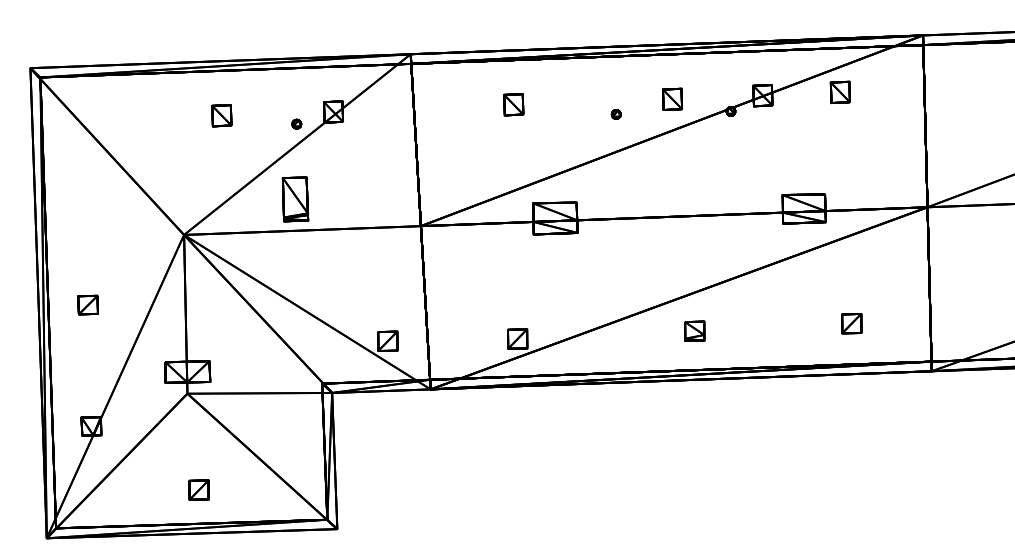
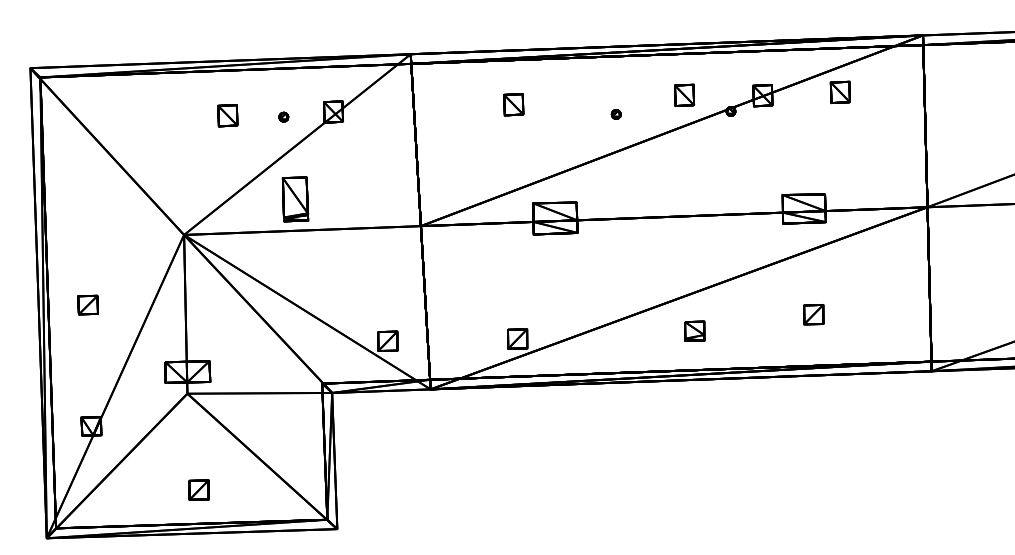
part at (672, 98) position: (672, 98) -> (684, 94)
part at (221, 115) position: (221, 115) -> (227, 115)
part at (296, 123) position: (296, 123) -> (283, 116)
part at (851, 323) position: (851, 323) -> (813, 314)
